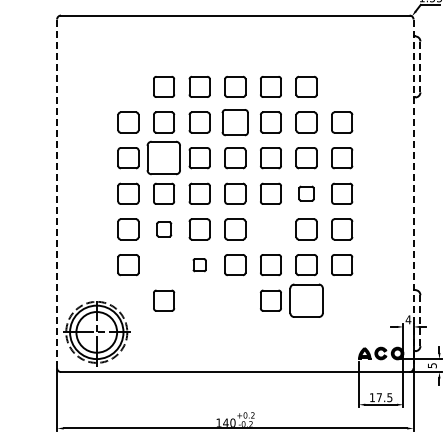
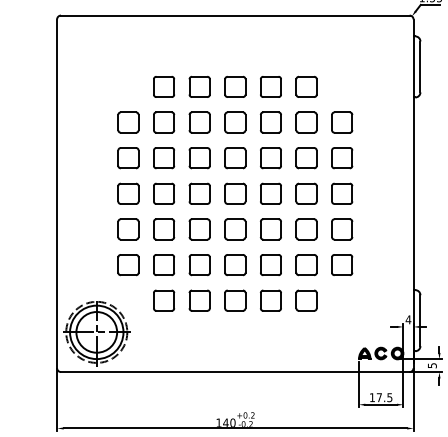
line at (420, 67): dashed -> solid
part at (234, 122) size: 28x28 px -> 23x23 px
part at (163, 157) size: 35x36 px -> 23x23 px
line at (57, 193): dashed -> solid
part at (306, 193) size: 17x17 px -> 23x23 px
line at (413, 193): dashed -> solid
part at (164, 229) size: 17x17 px -> 23x23 px
part at (270, 229): none -> present
part at (164, 264): none -> present
part at (199, 265) size: 15x15 px -> 23x23 px
part at (199, 300): none -> present
part at (235, 300): none -> present
part at (306, 300) size: 35x35 px -> 23x23 px
line at (420, 320): dashed -> solid
